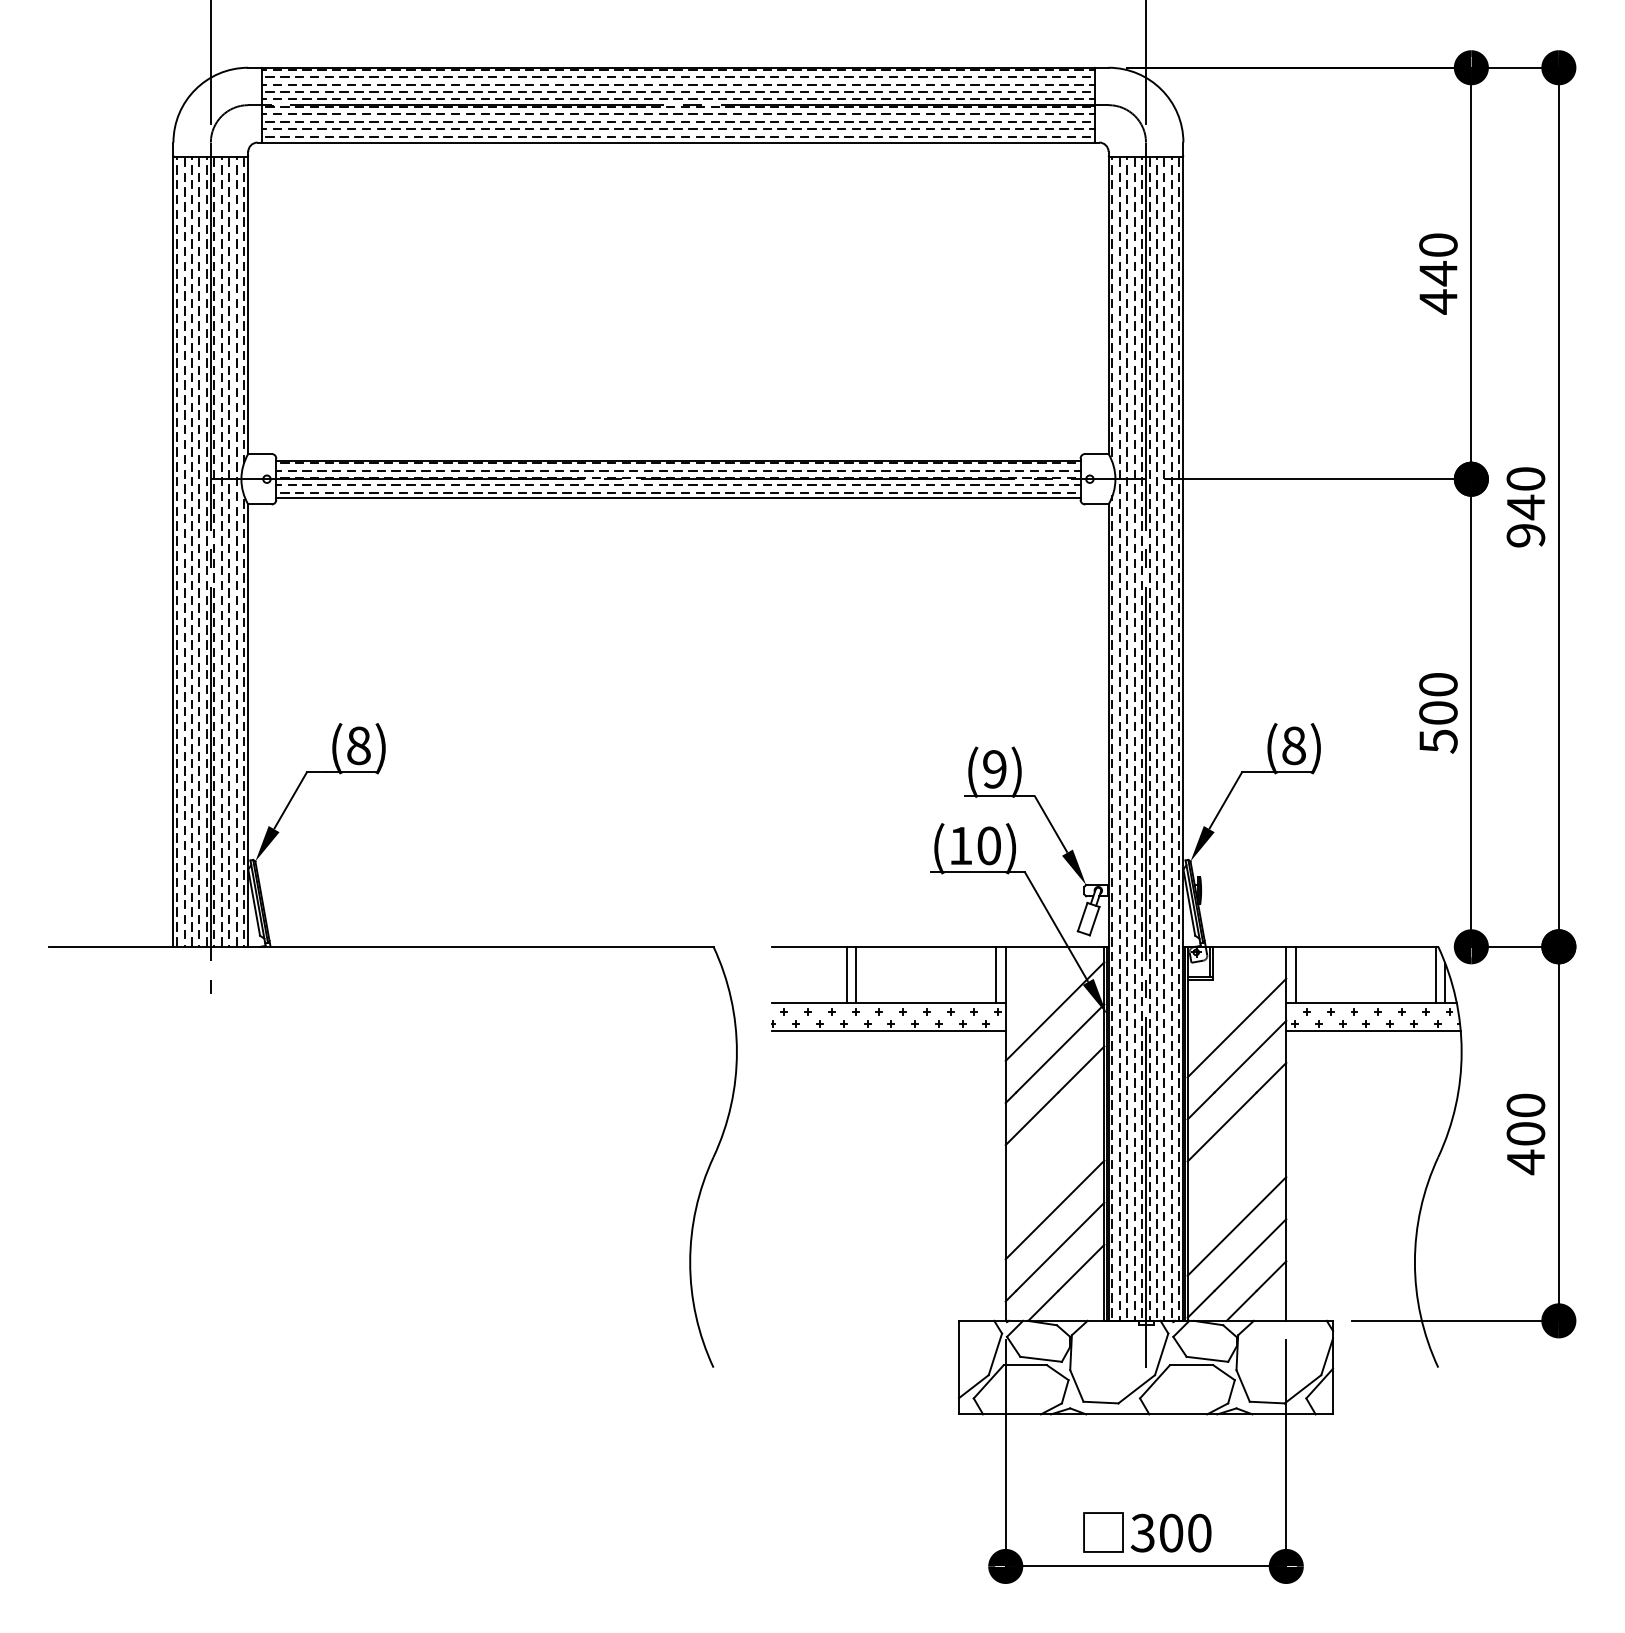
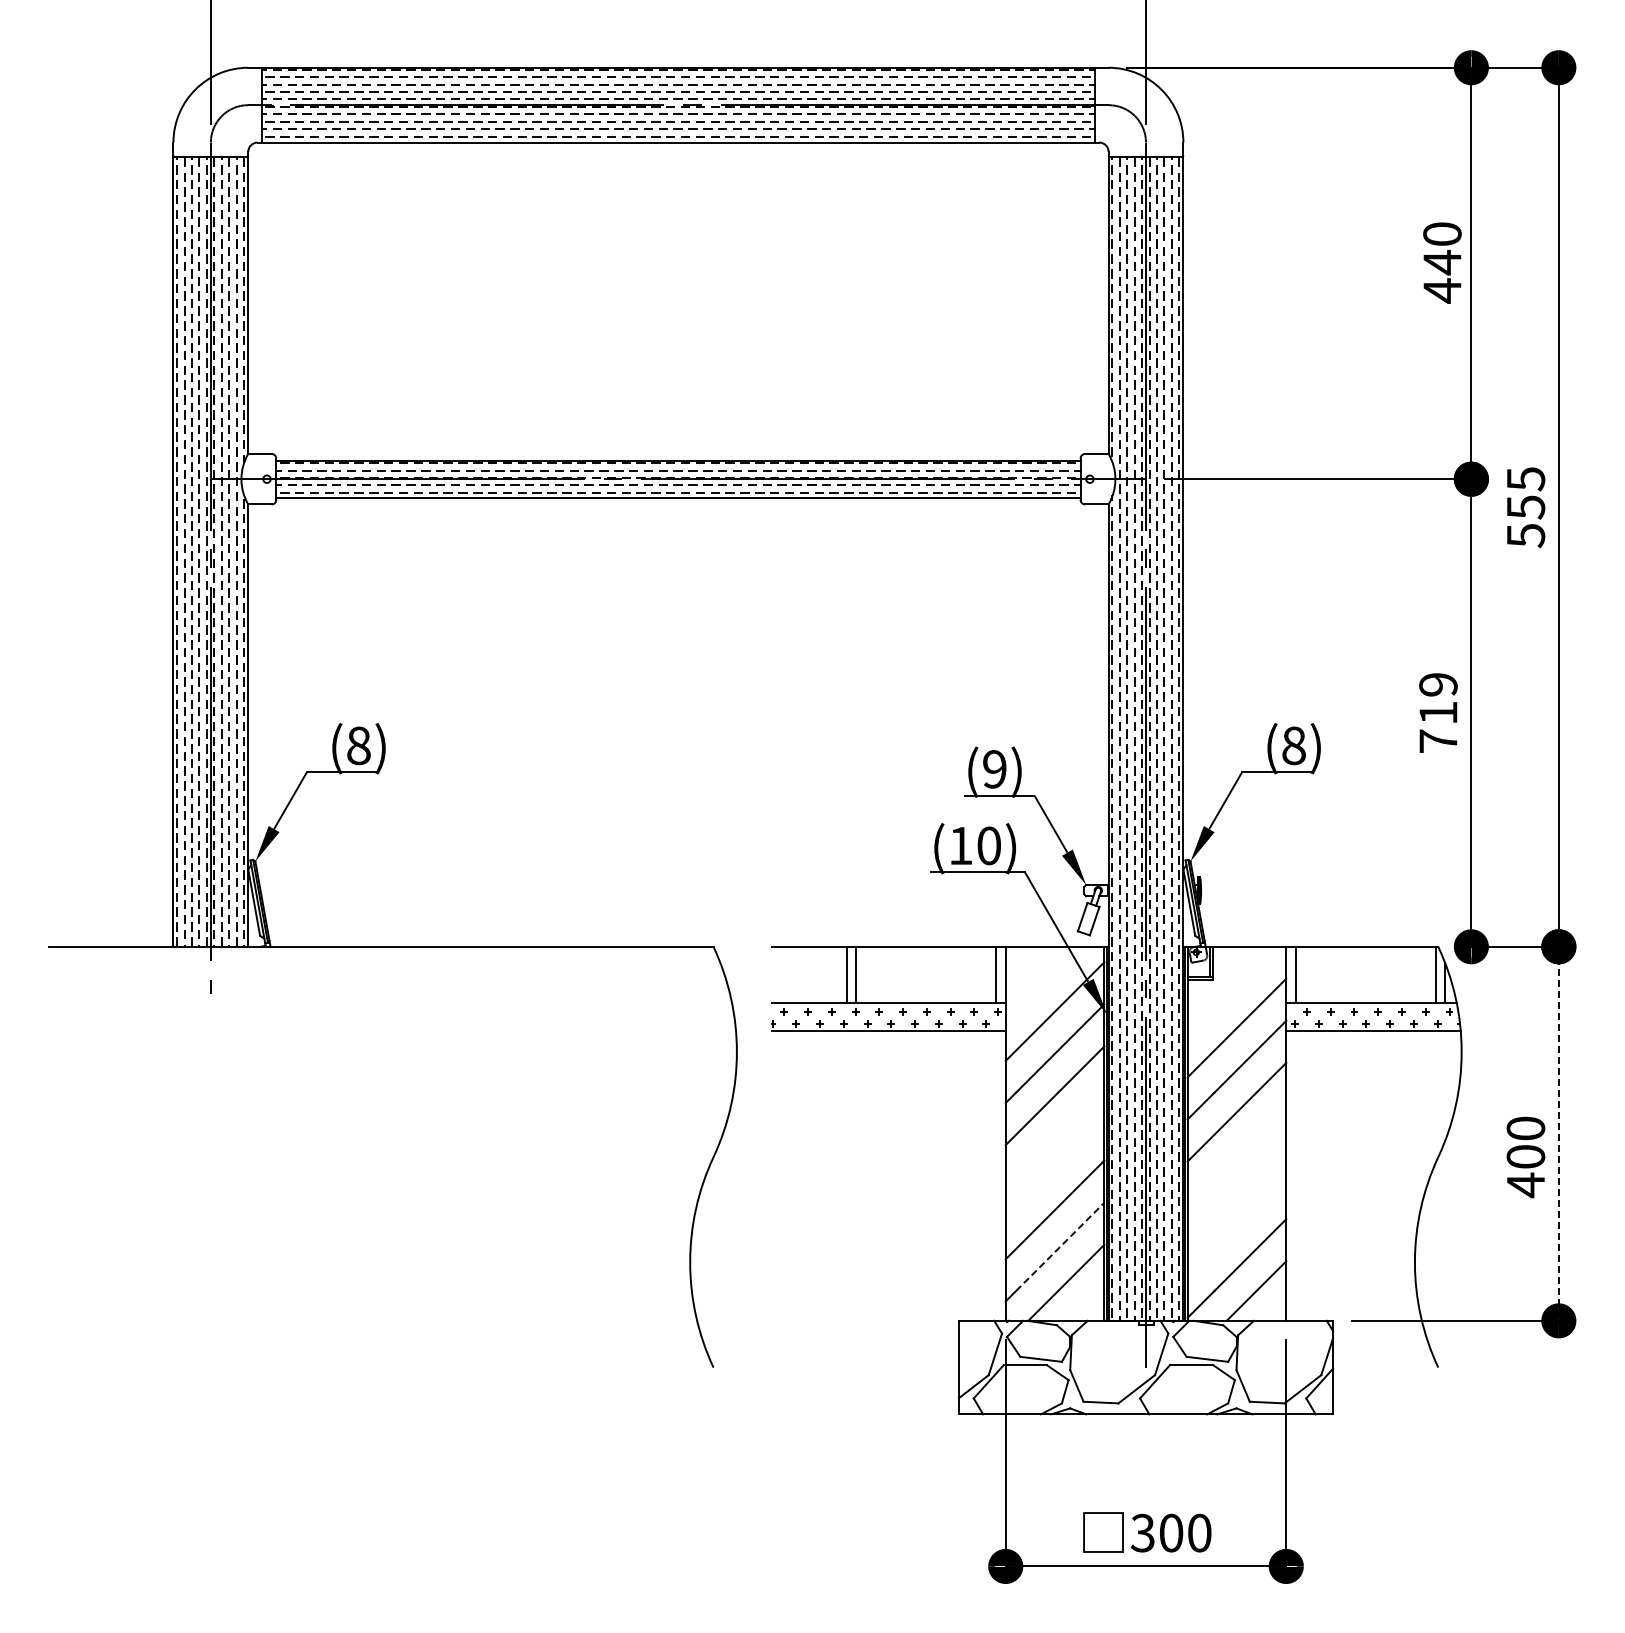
text at (1438, 273) position: (1438, 273) -> (1442, 262)
text at (1525, 507): 940 -> 555
text at (1438, 713): 500 -> 719
text at (1525, 1134) position: (1525, 1134) -> (1525, 1157)
line at (1558, 1134): solid -> dashed
line at (1236, 1226): present -> none
line at (1060, 1246): solid -> dashed
